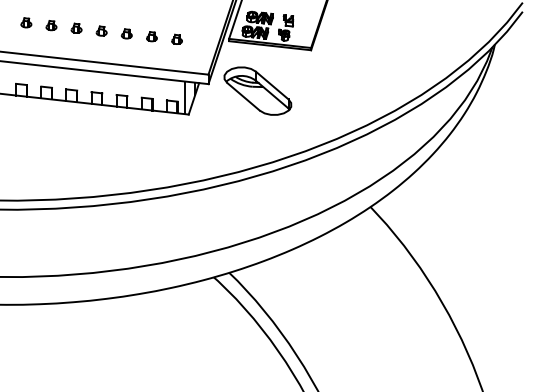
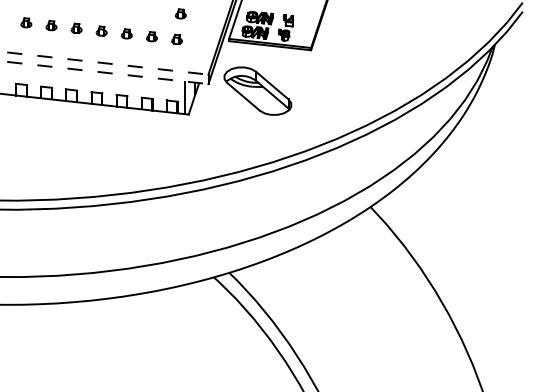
part at (180, 13): none -> present
line at (104, 63): solid -> dashed
line at (104, 72): solid -> dashed
